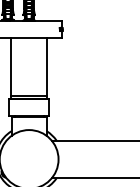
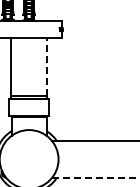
line at (46, 66): solid -> dashed
line at (95, 178): solid -> dashed
